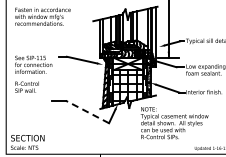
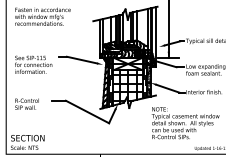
text at (26, 86) position: (26, 86) -> (26, 103)
line at (87, 111): dashed -> solid
text at (174, 123) position: (174, 123) -> (185, 123)
